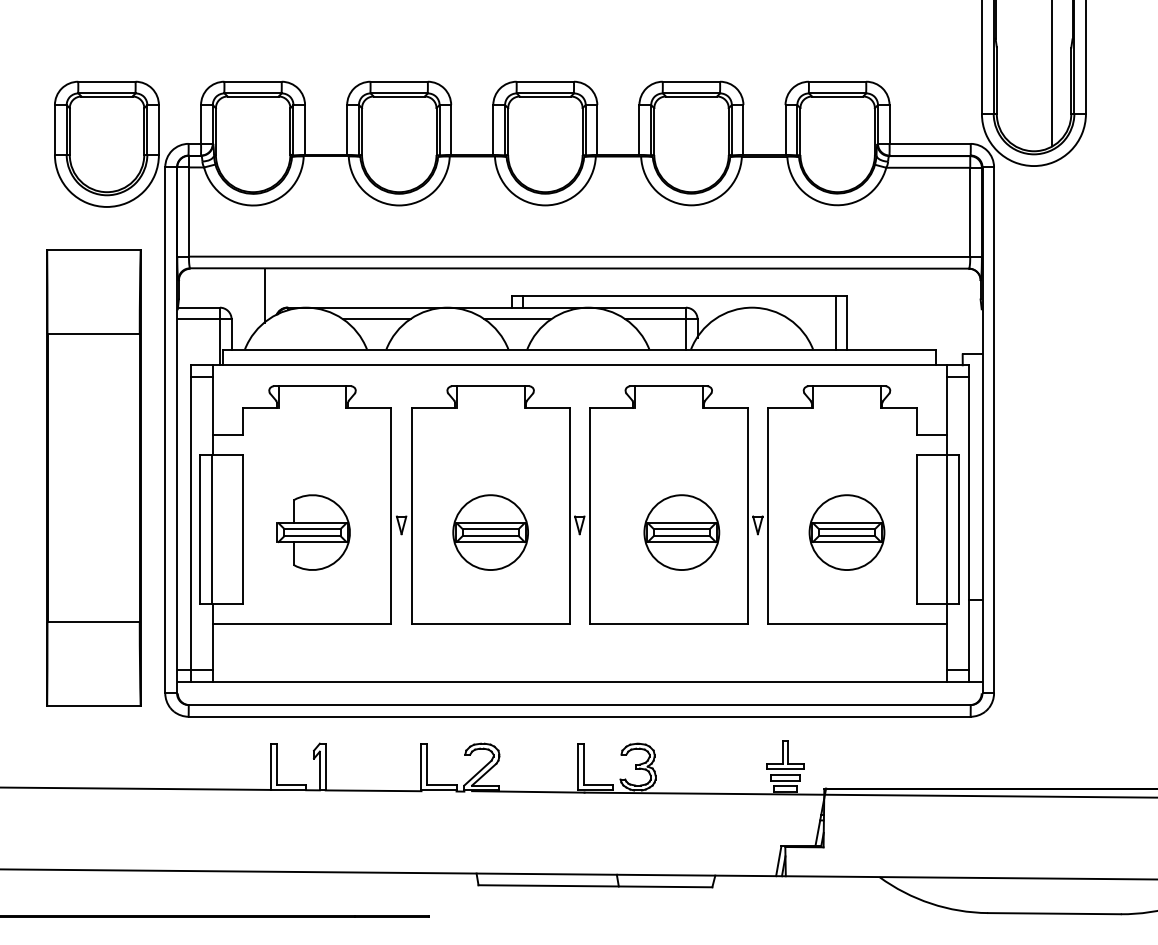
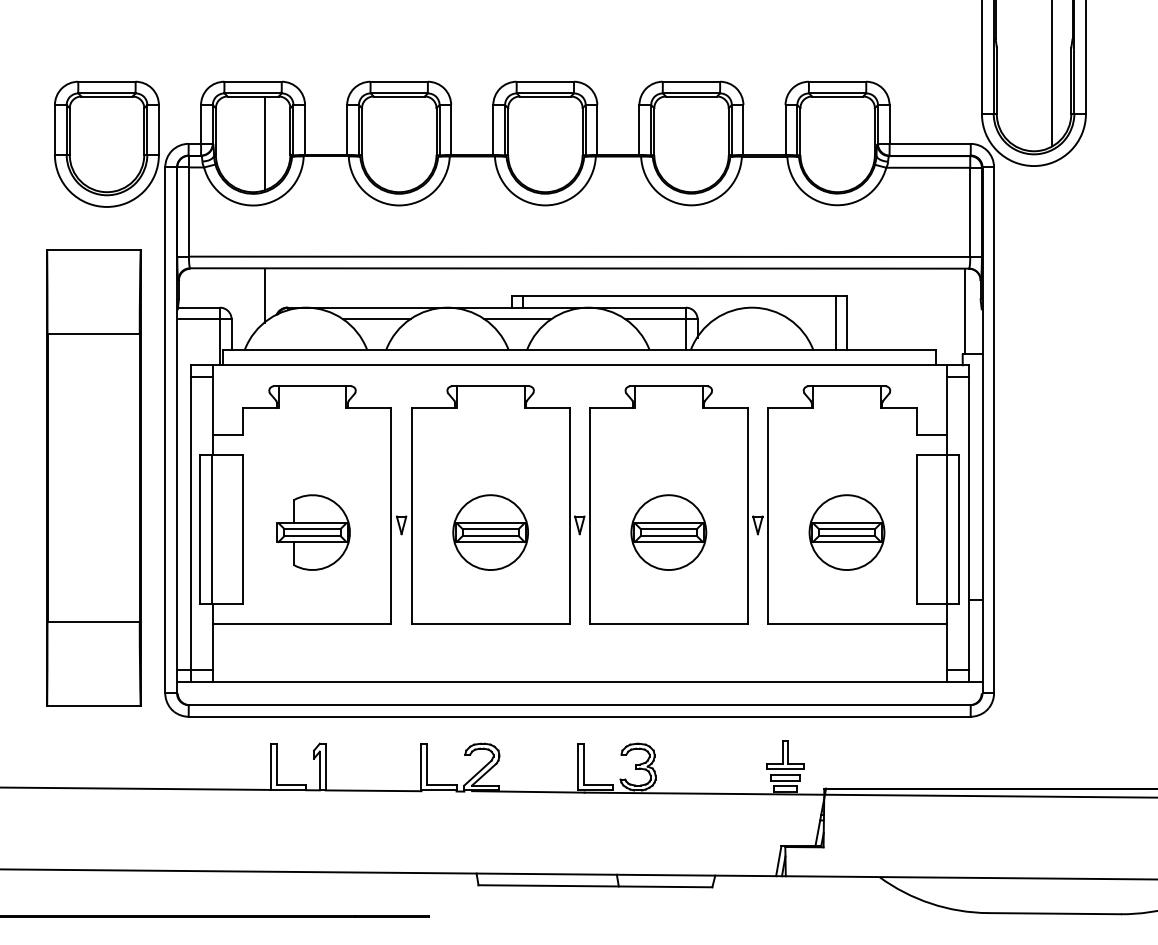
line at (264, 142): none -> present
line at (965, 311): none -> present
part at (681, 532) position: (681, 532) -> (668, 532)
